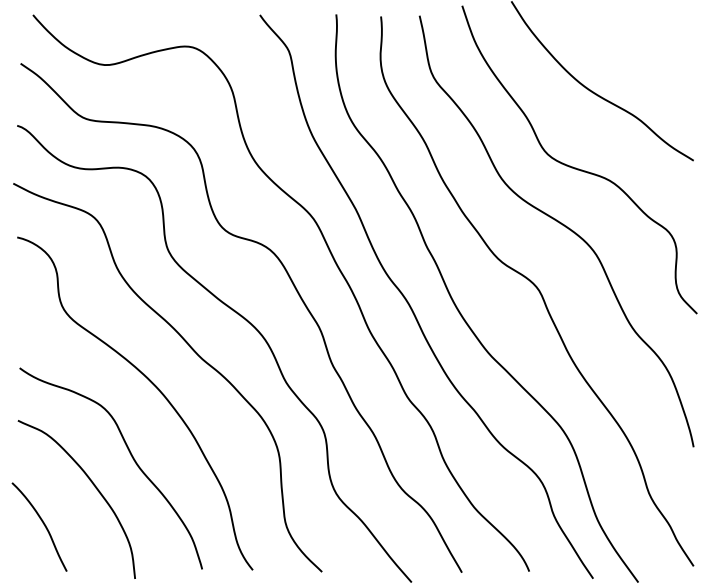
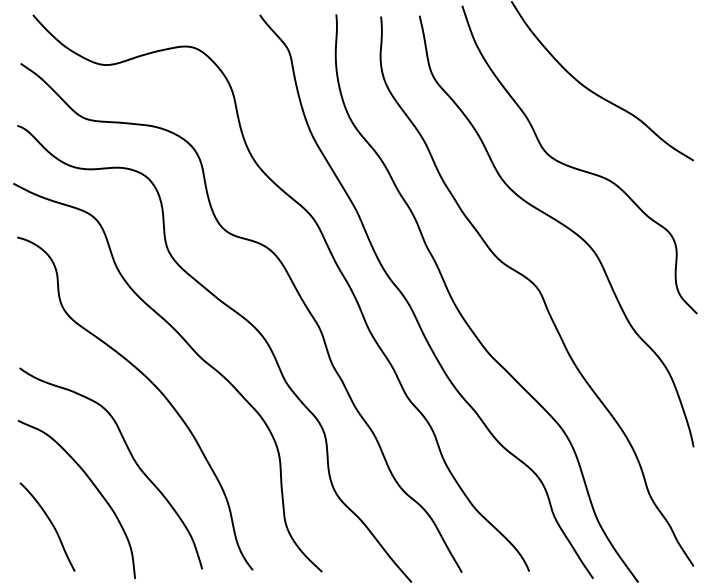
curve at (42, 523) position: (42, 523) -> (50, 523)
